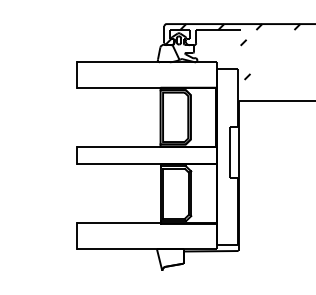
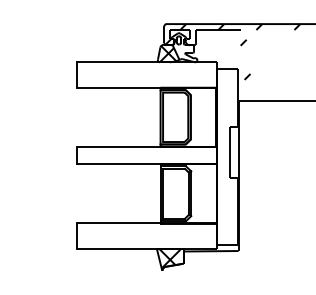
hatch at (167, 54): none -> present
hatch at (170, 258): none -> present
